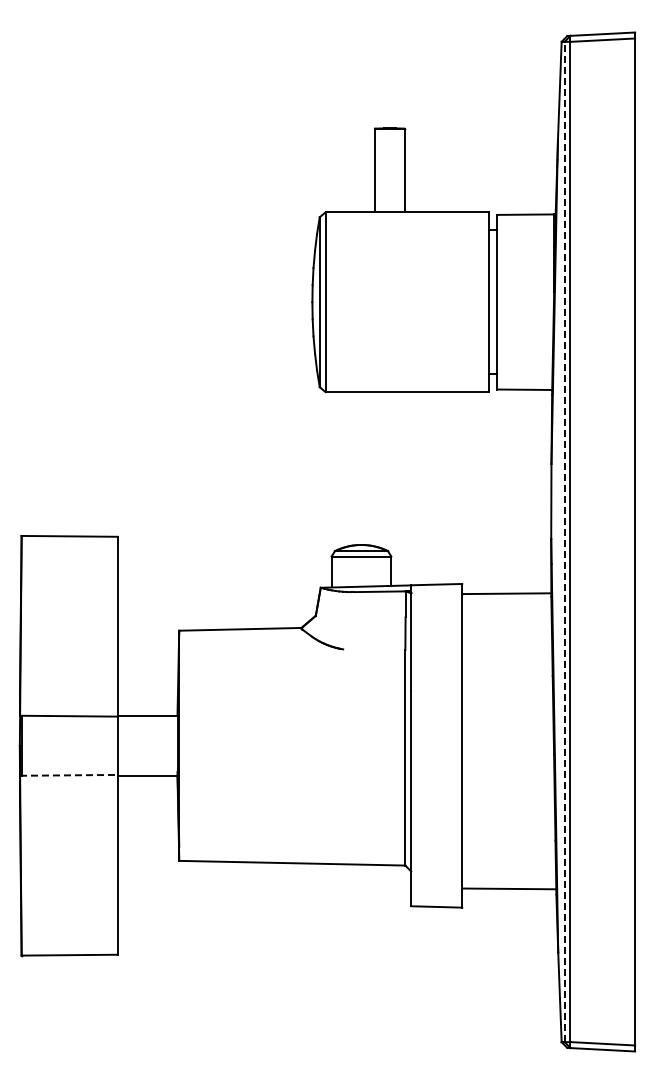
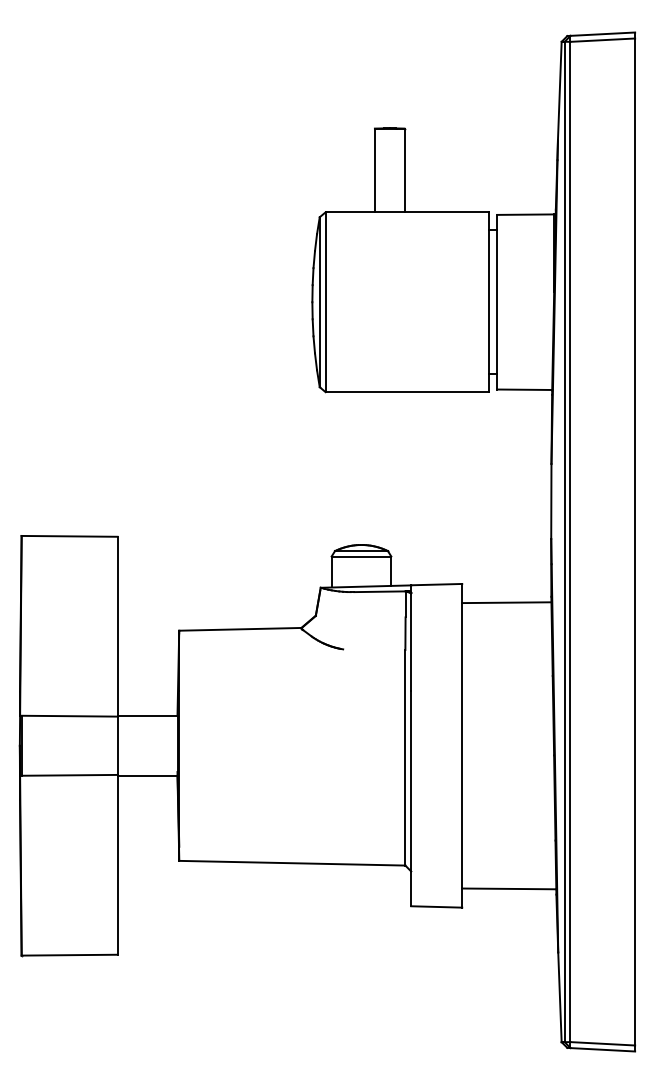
line at (564, 541): dashed -> solid
line at (506, 593) position: (506, 593) -> (506, 602)
line at (68, 775): dashed -> solid
